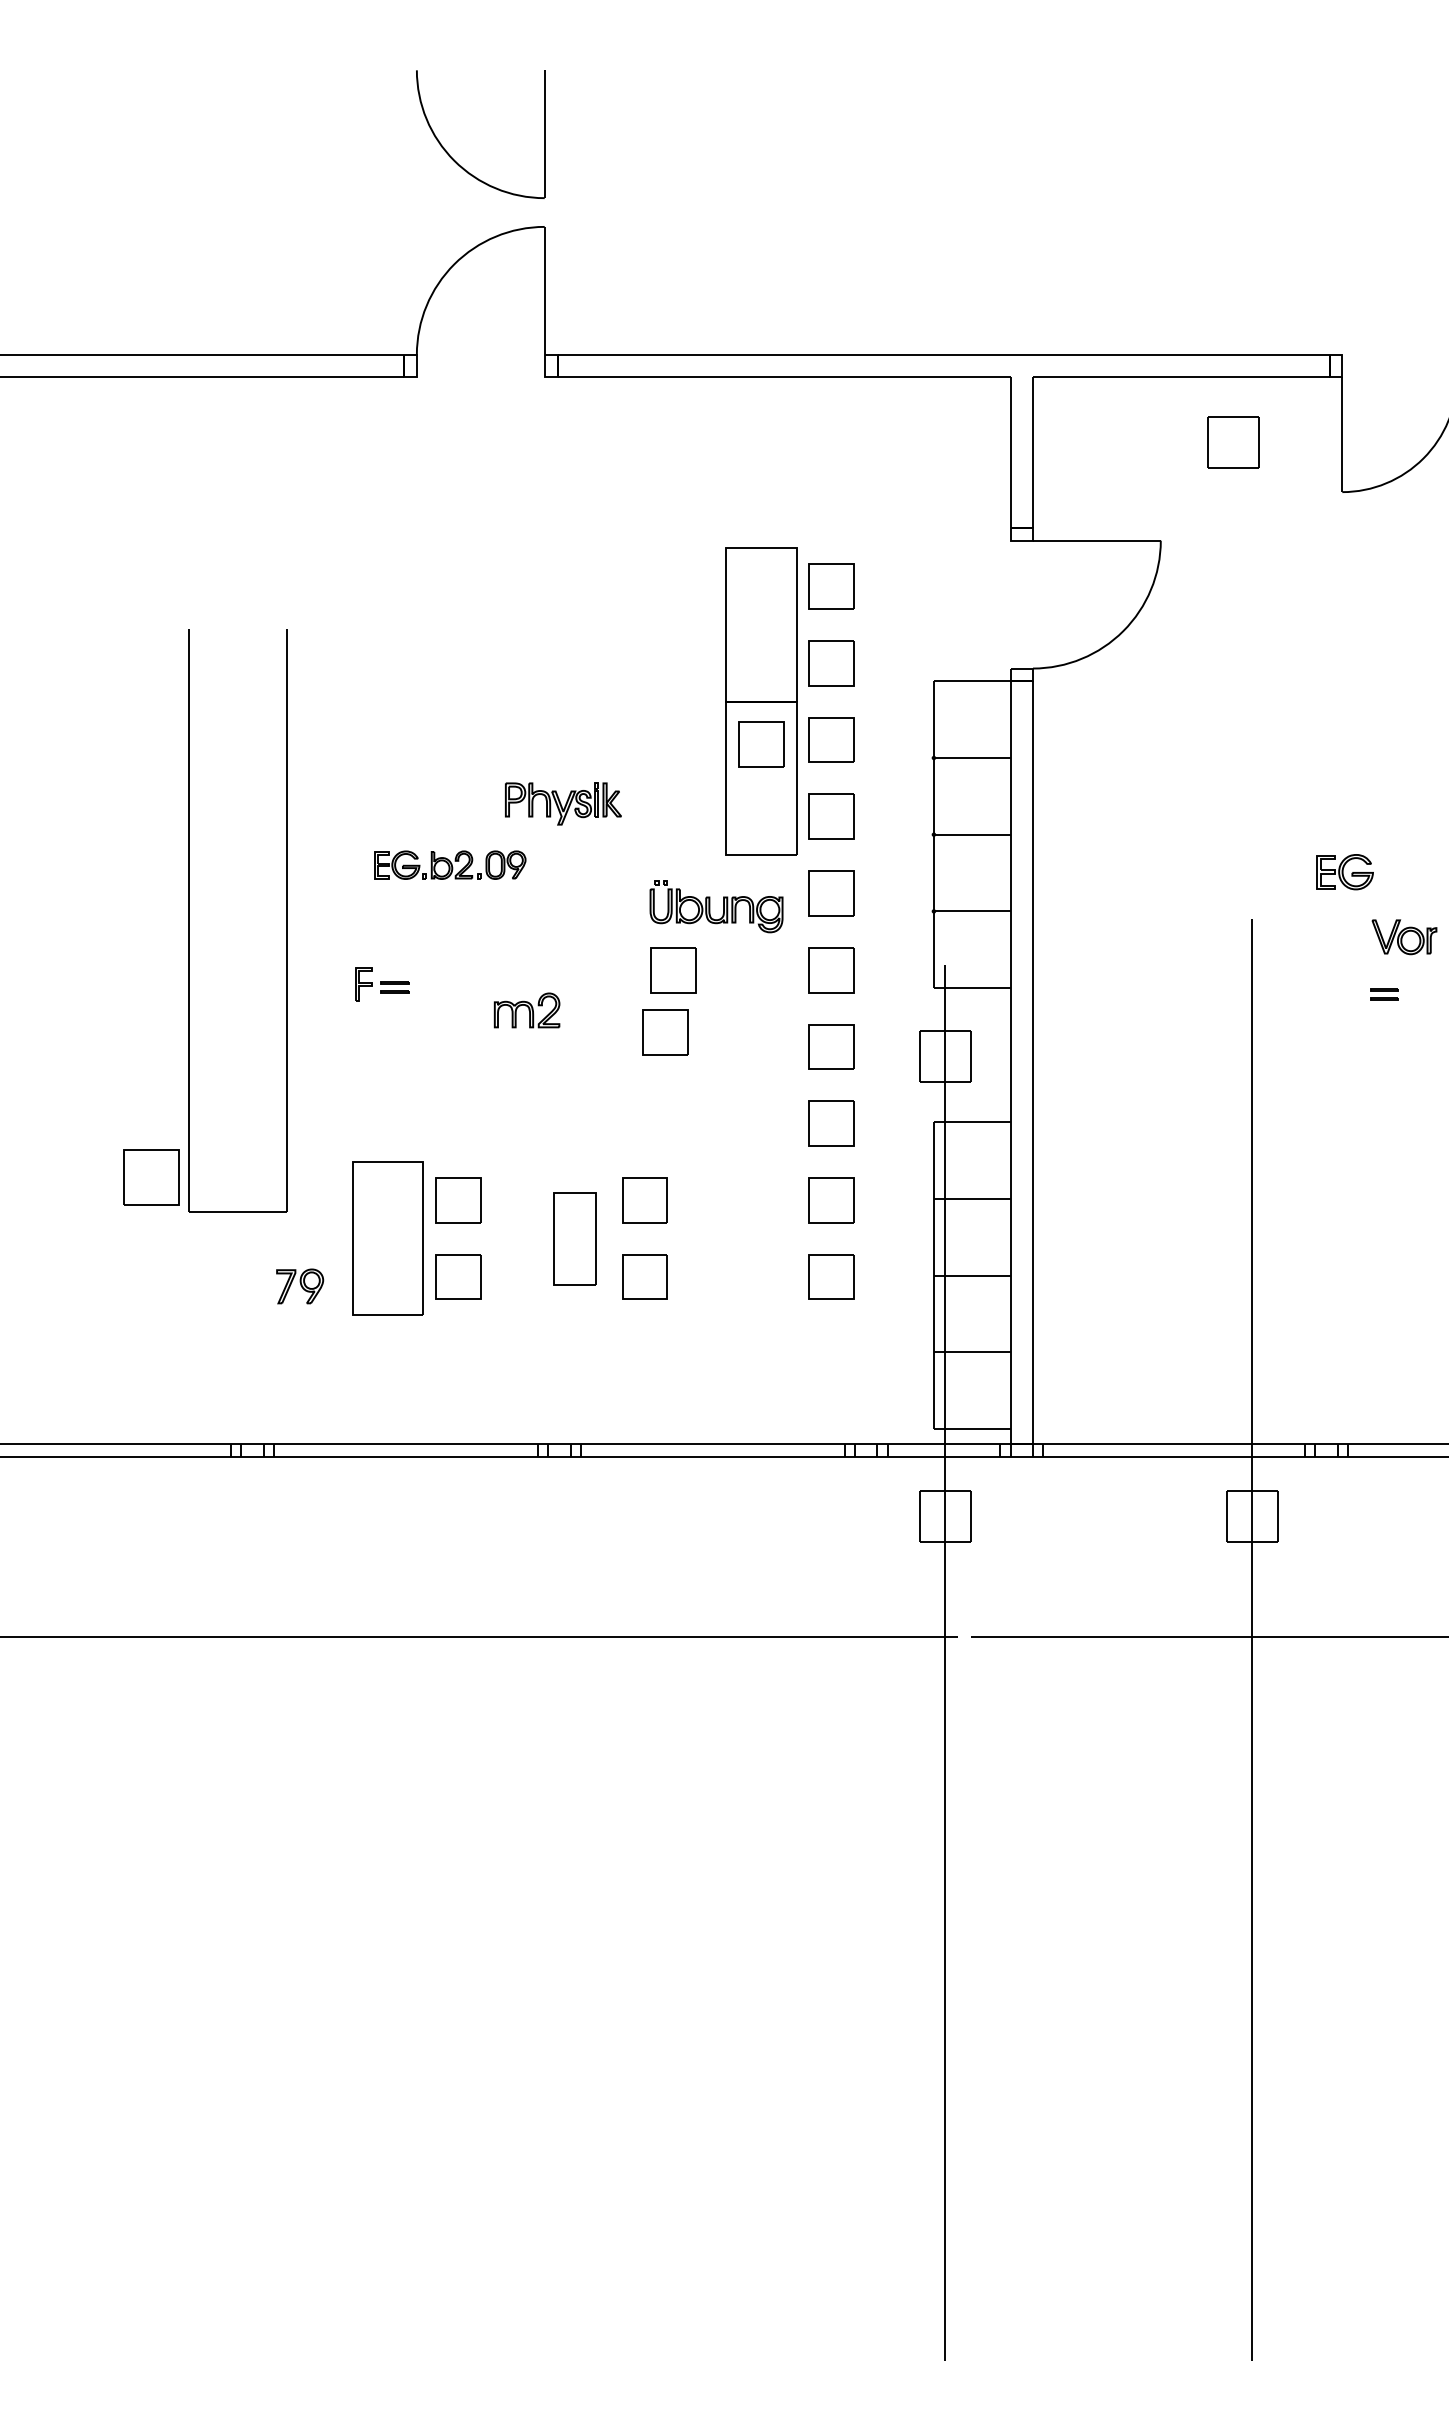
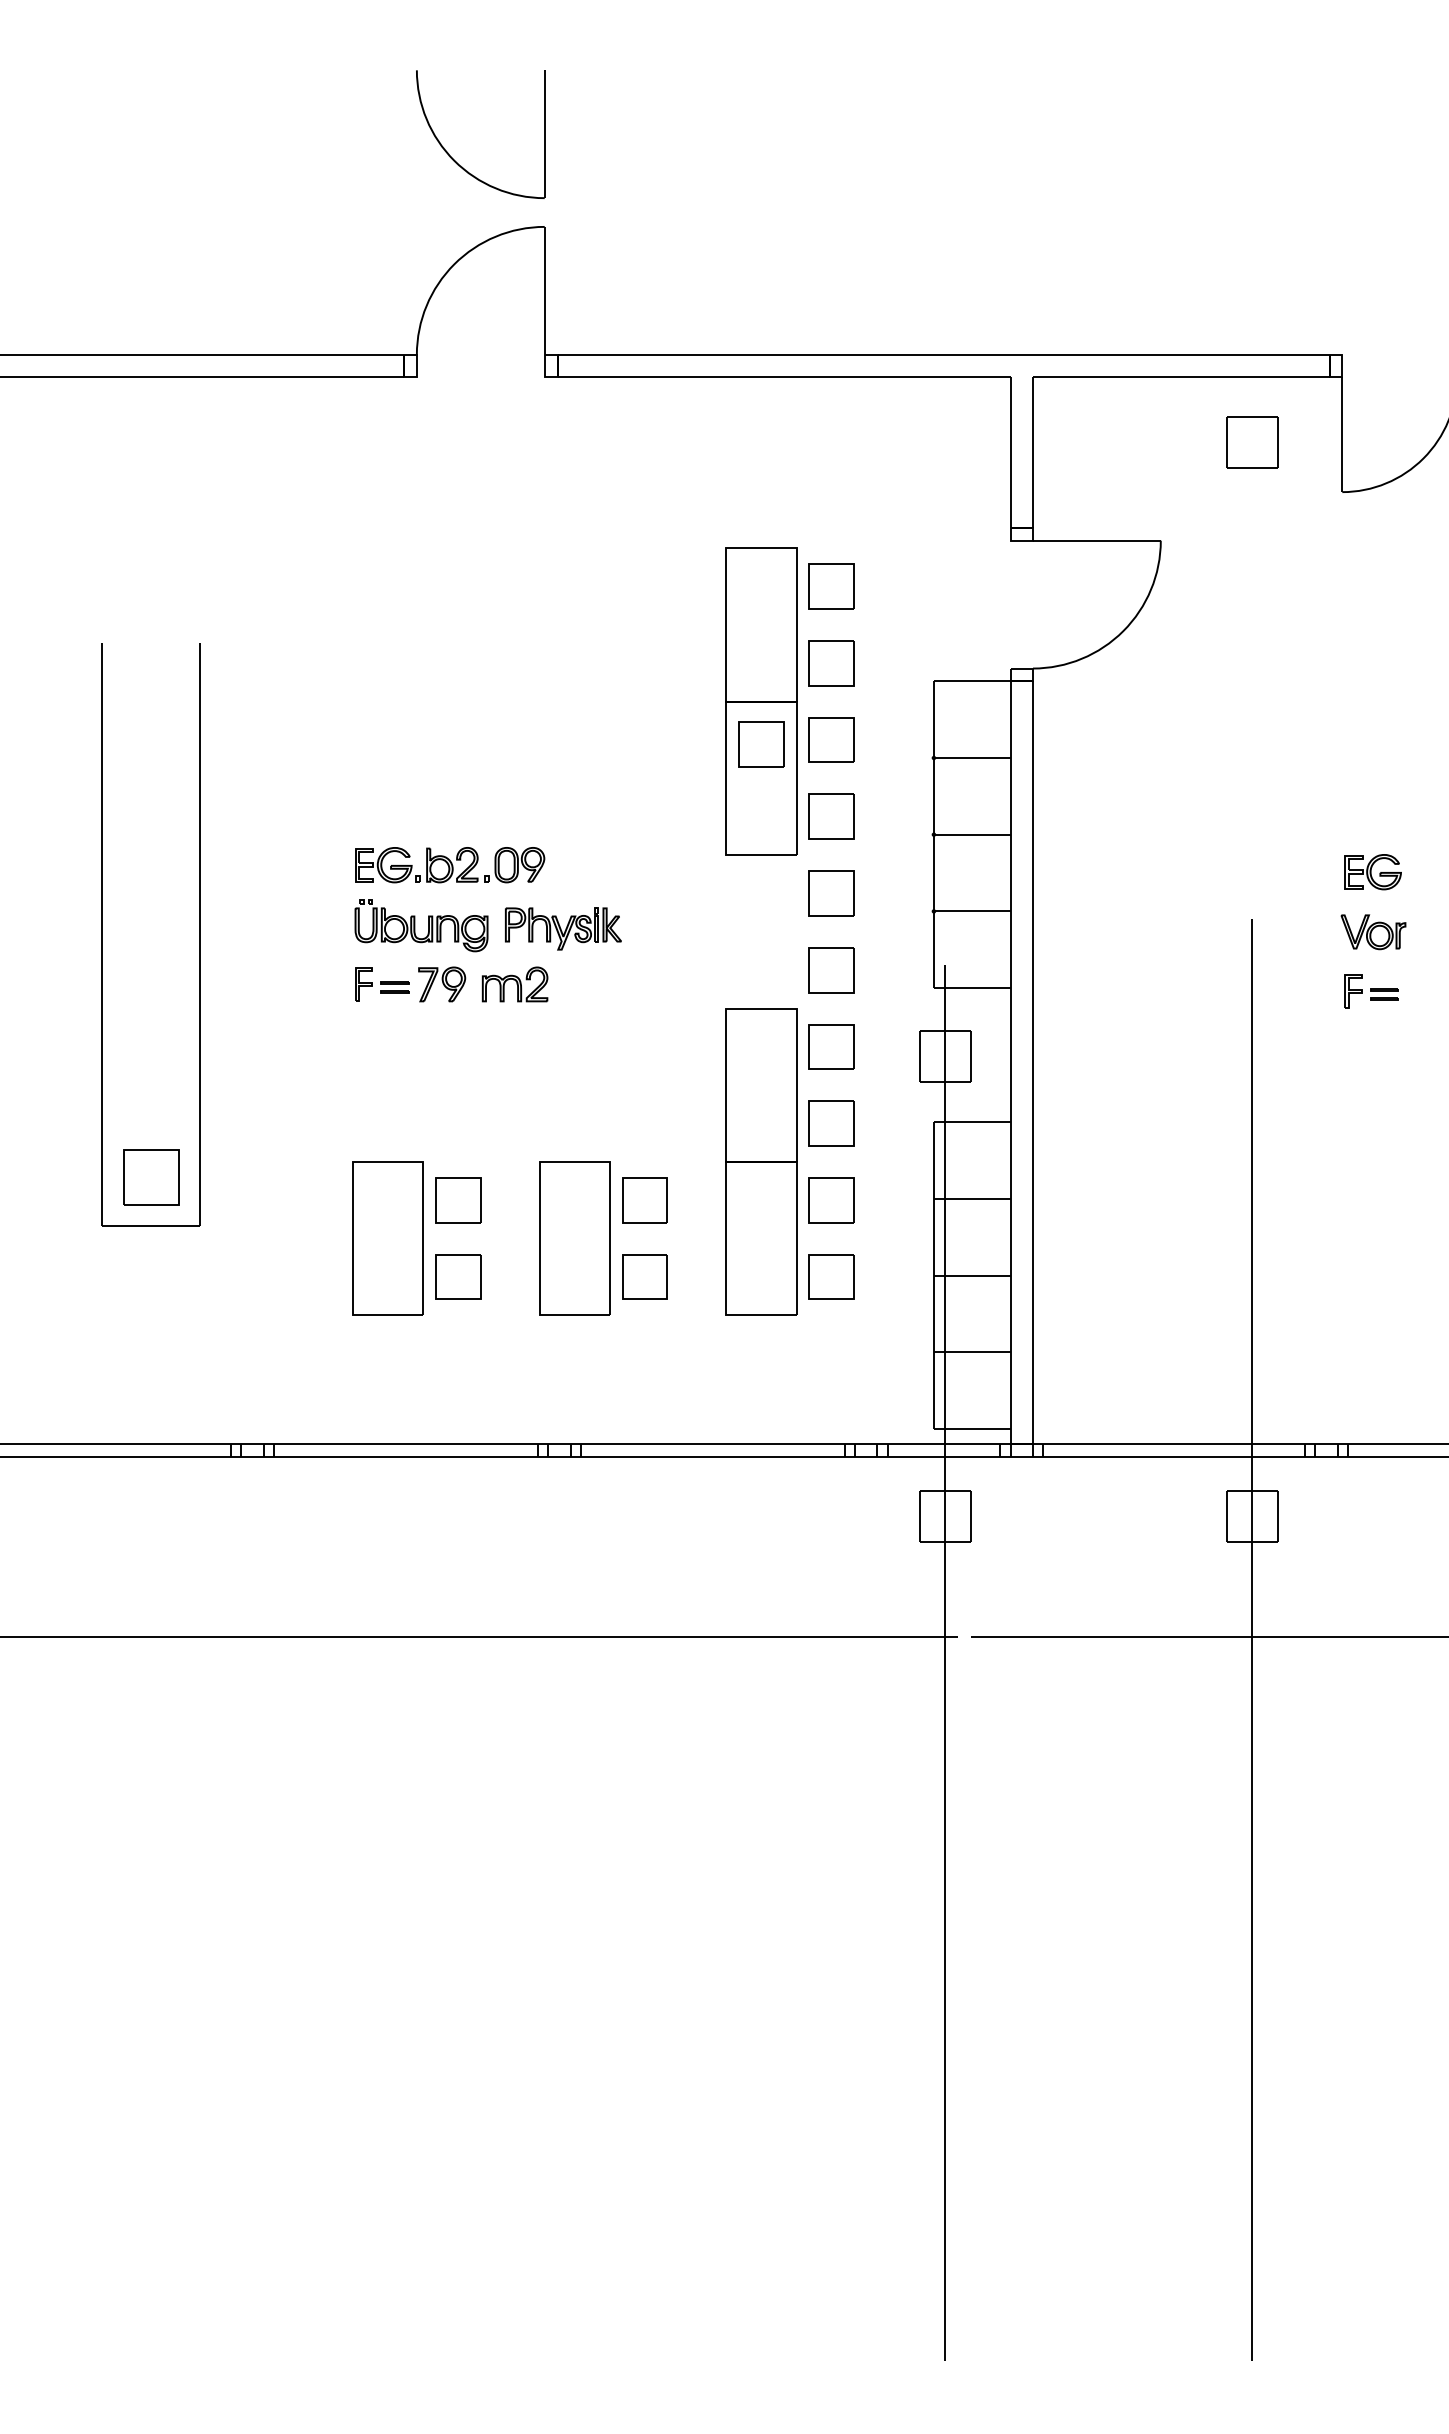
part at (1233, 442) position: (1233, 442) -> (1252, 442)
part at (563, 803) position: (563, 803) -> (563, 928)
part at (450, 864) size: 153x30 px -> 191x37 px
part at (1344, 872) position: (1344, 872) -> (1372, 872)
part at (716, 906) position: (716, 906) -> (421, 925)
part at (189, 920) position: (189, 920) -> (102, 934)
part at (1404, 937) position: (1404, 937) -> (1373, 932)
part at (673, 970): present -> none
part at (1353, 991): none -> present
part at (526, 1010) position: (526, 1010) -> (514, 984)
part at (665, 1032): present -> none
part at (761, 1161): none -> present
part at (574, 1238) size: 44x94 px -> 72x155 px
part at (300, 1286) position: (300, 1286) -> (442, 984)
